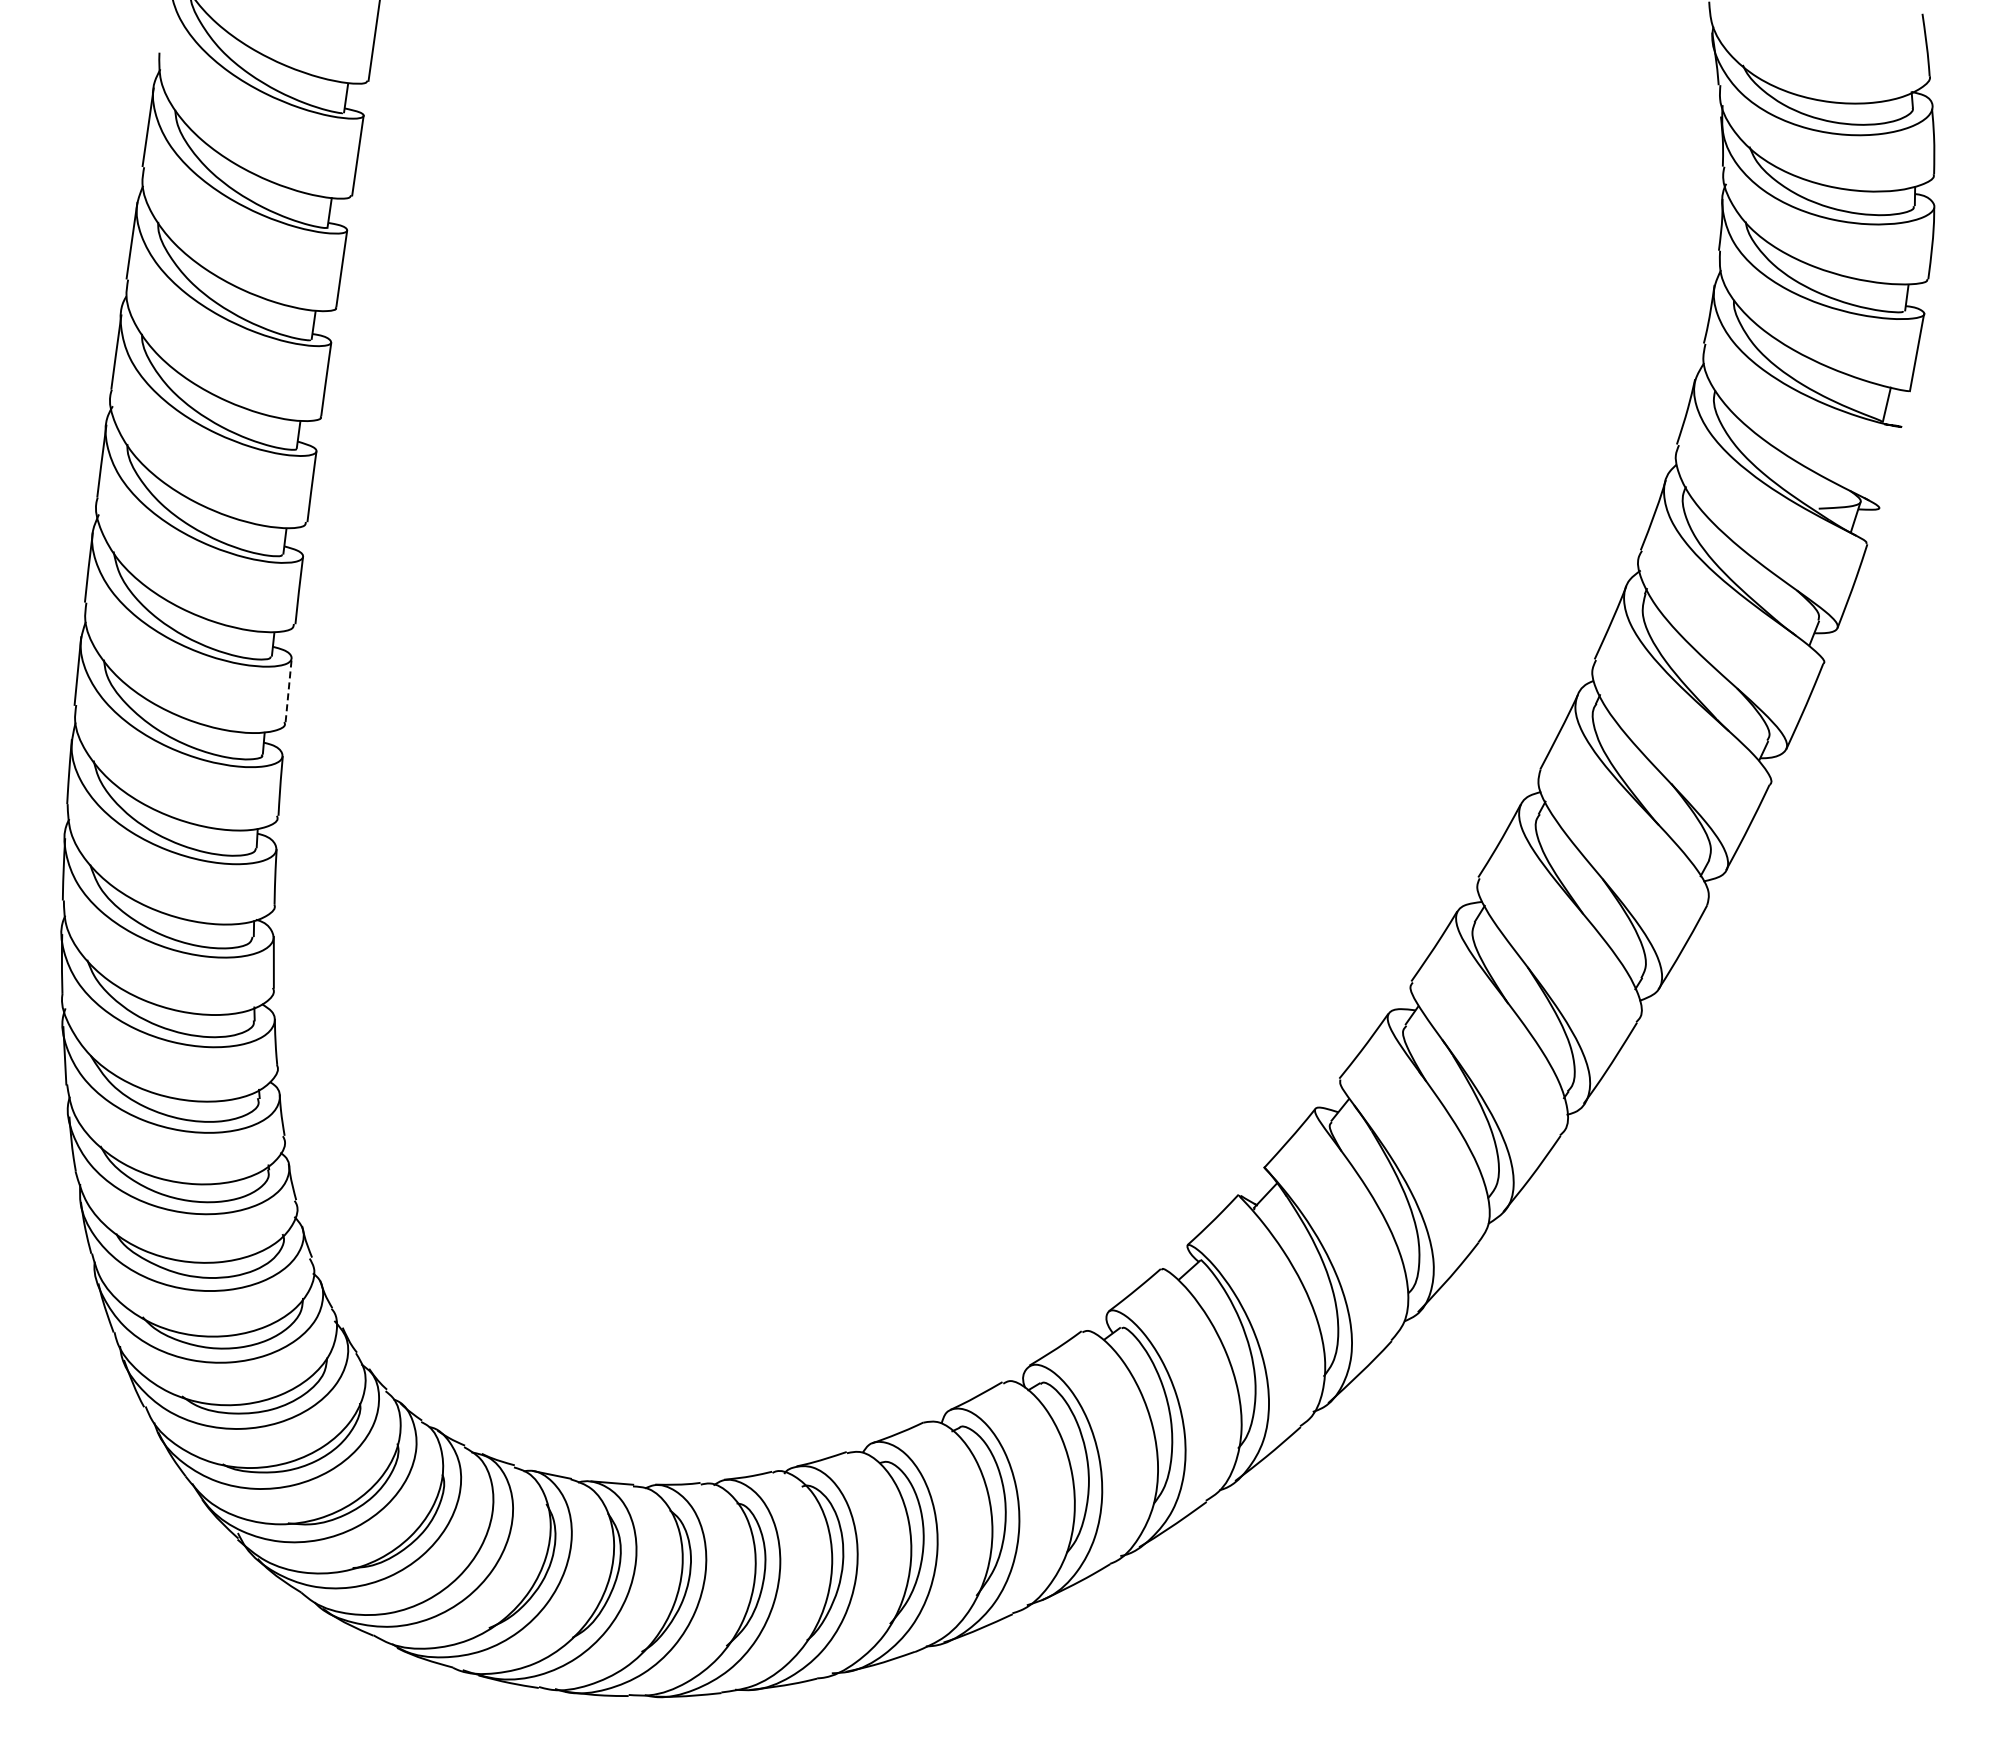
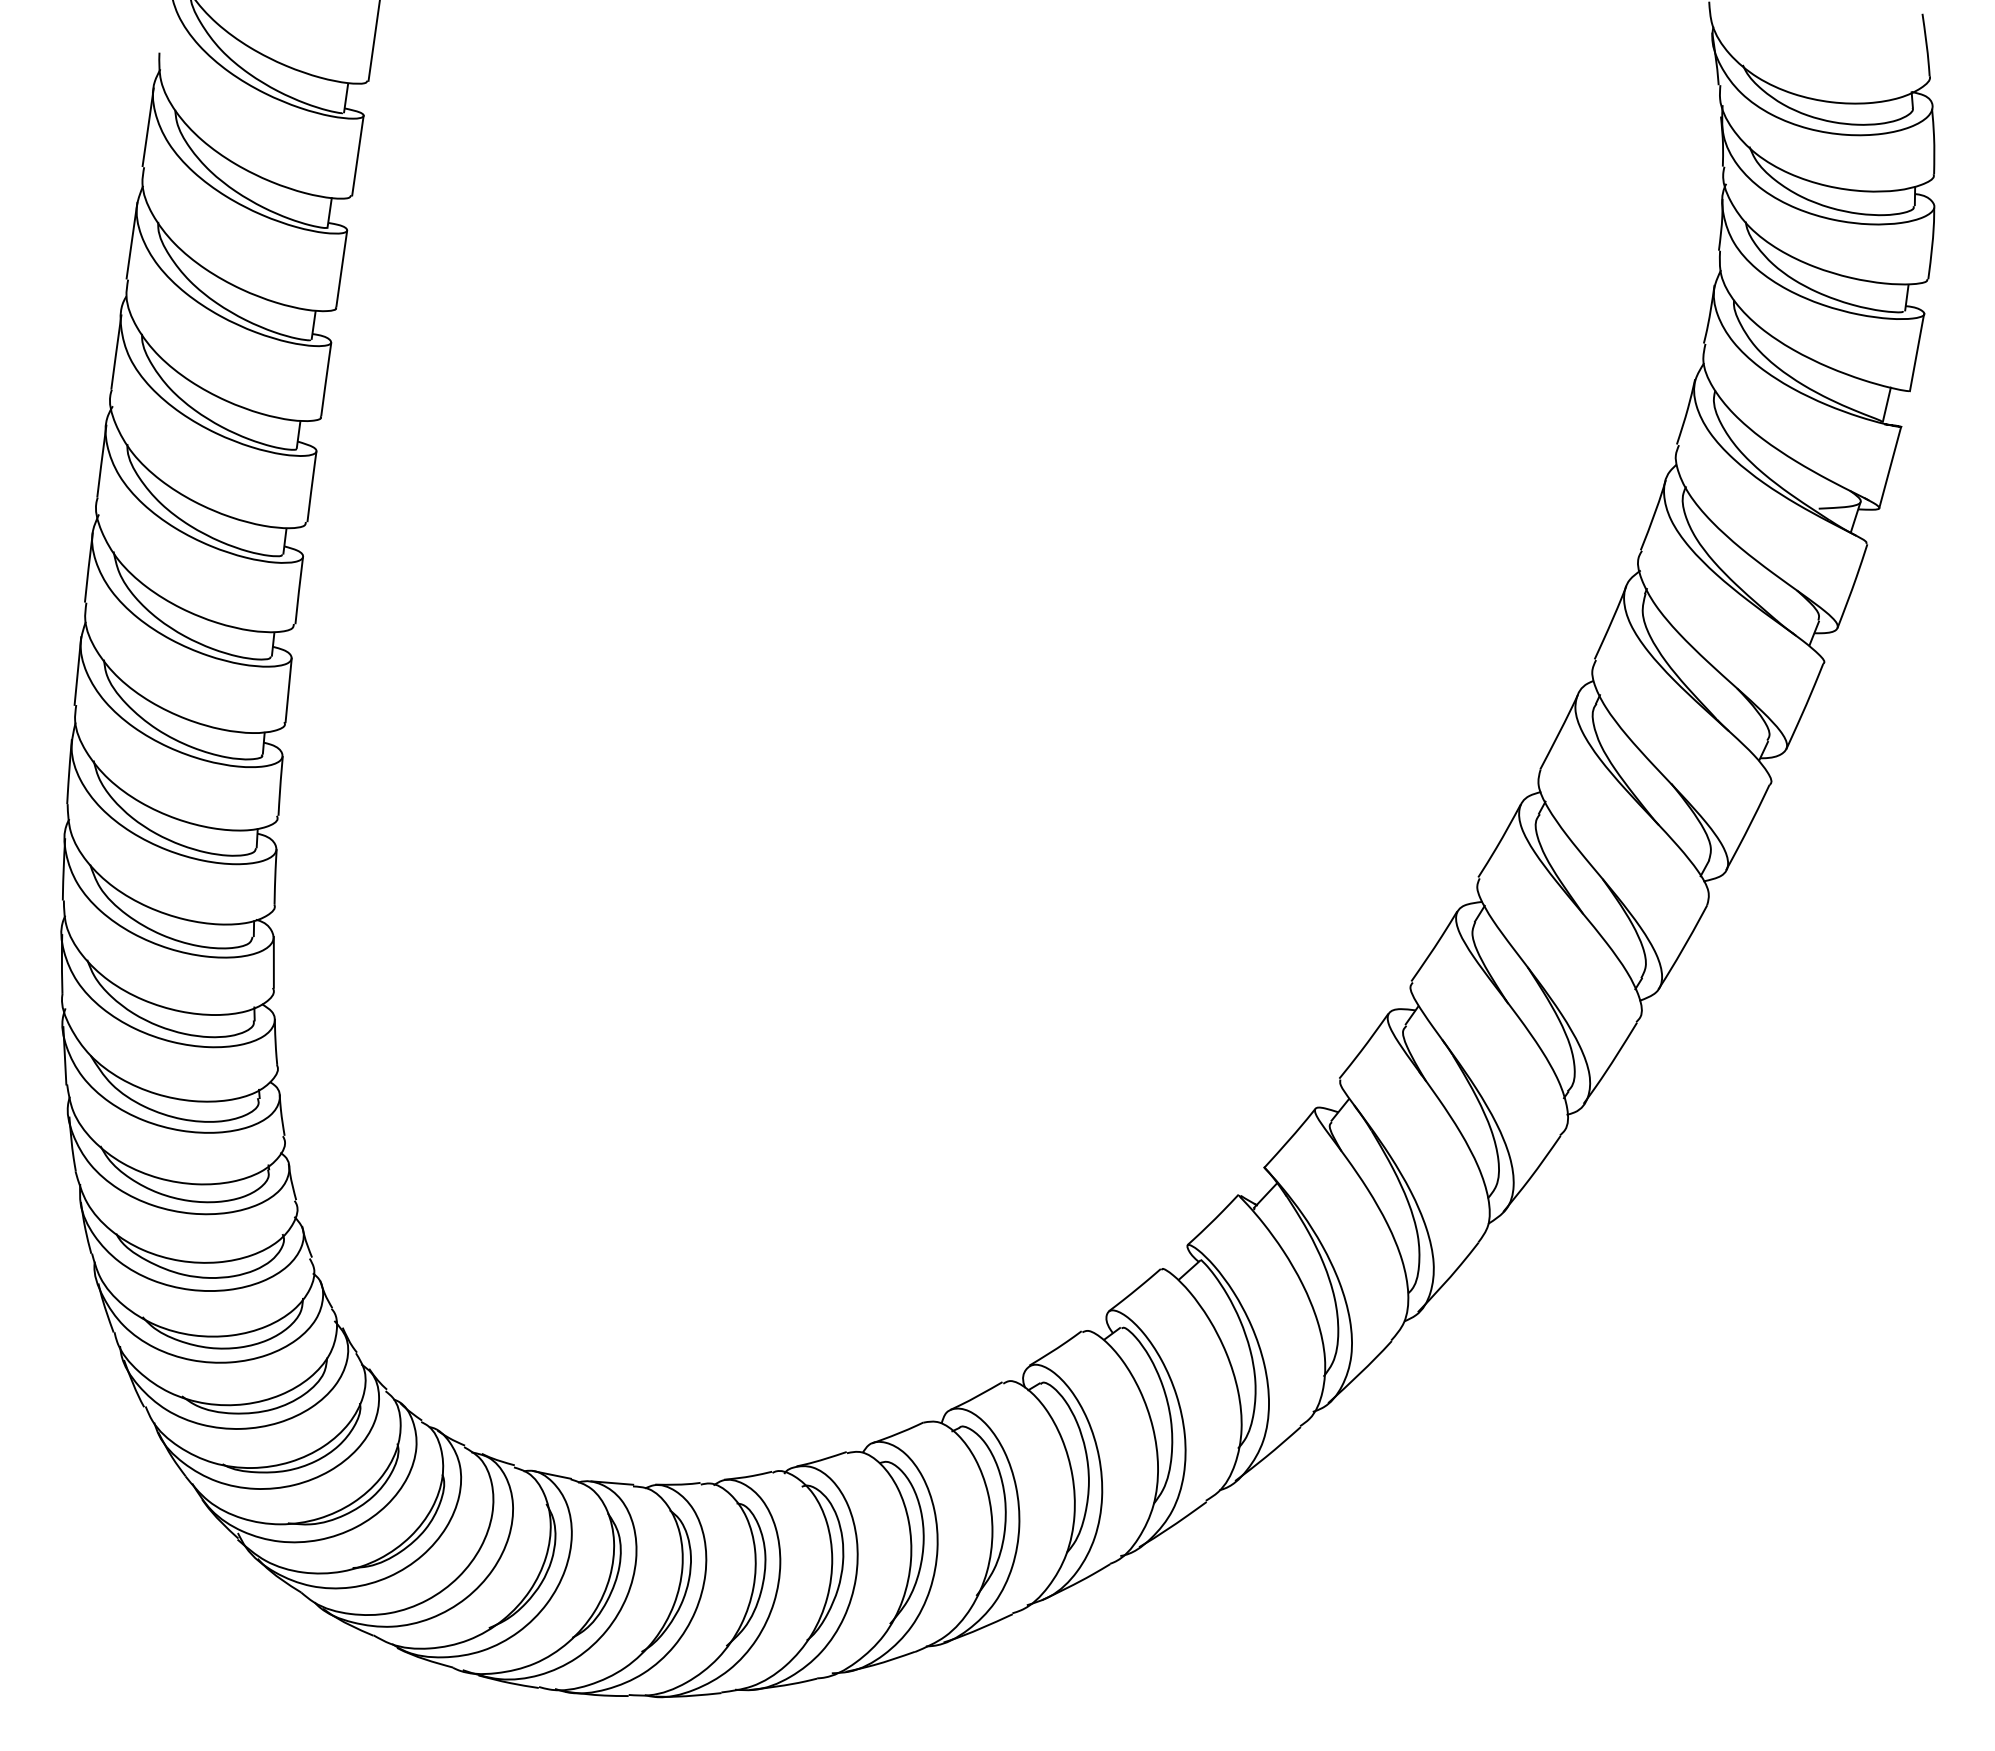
line at (1890, 467): none -> present
line at (288, 690): dashed -> solid
